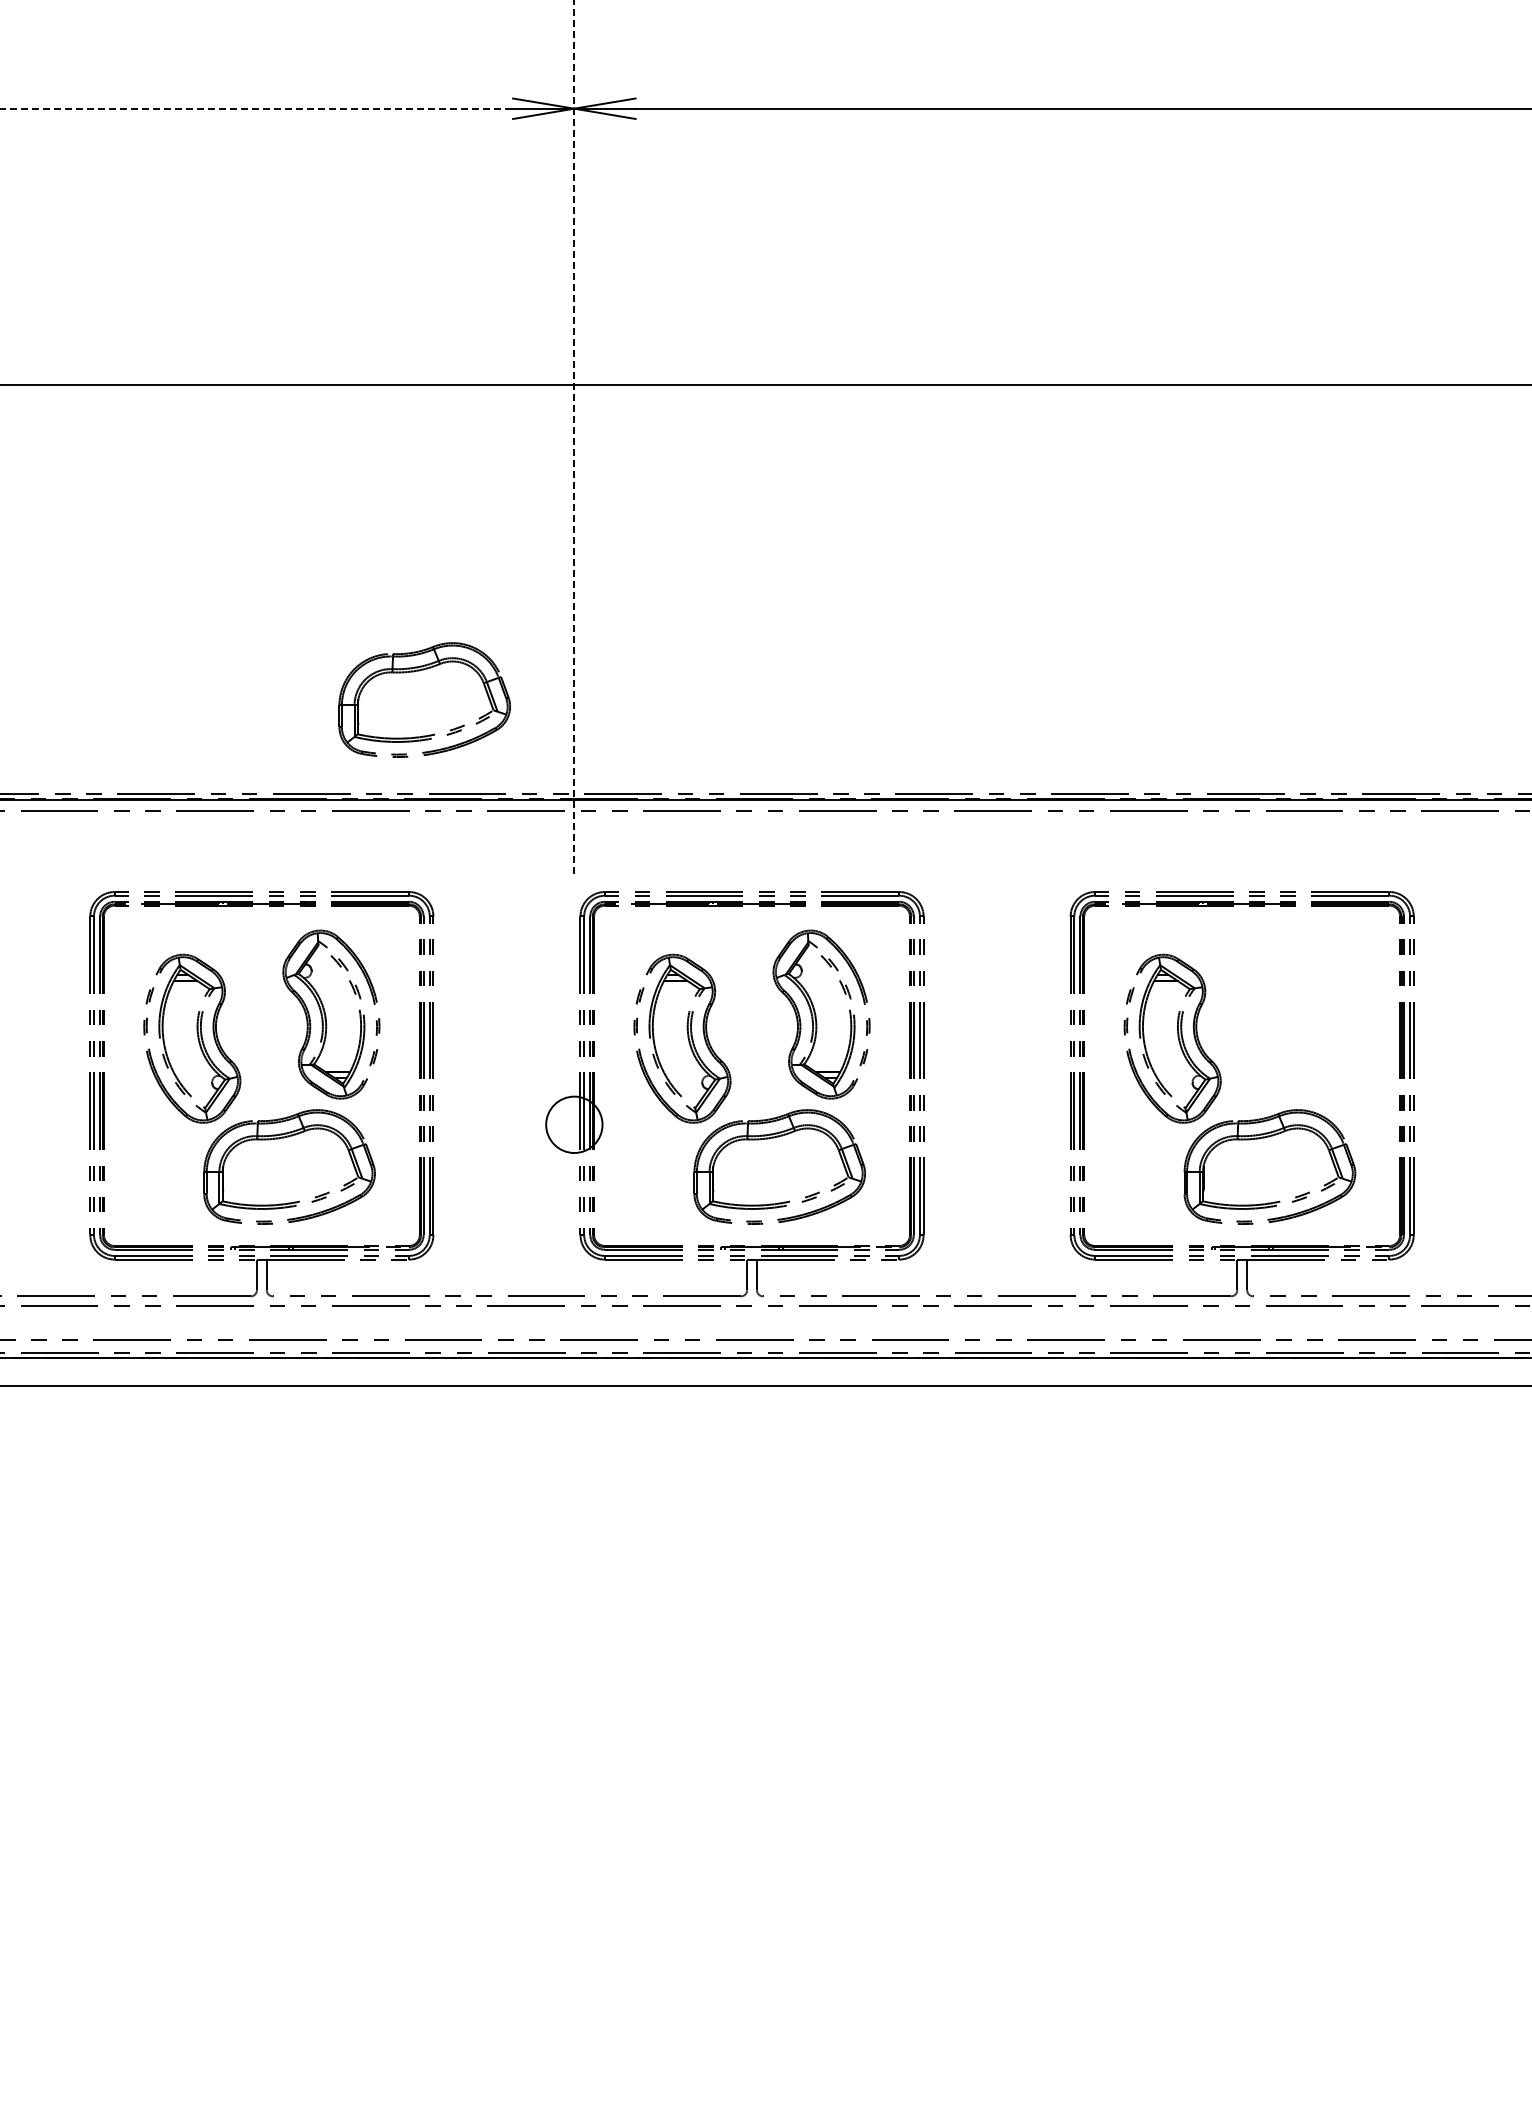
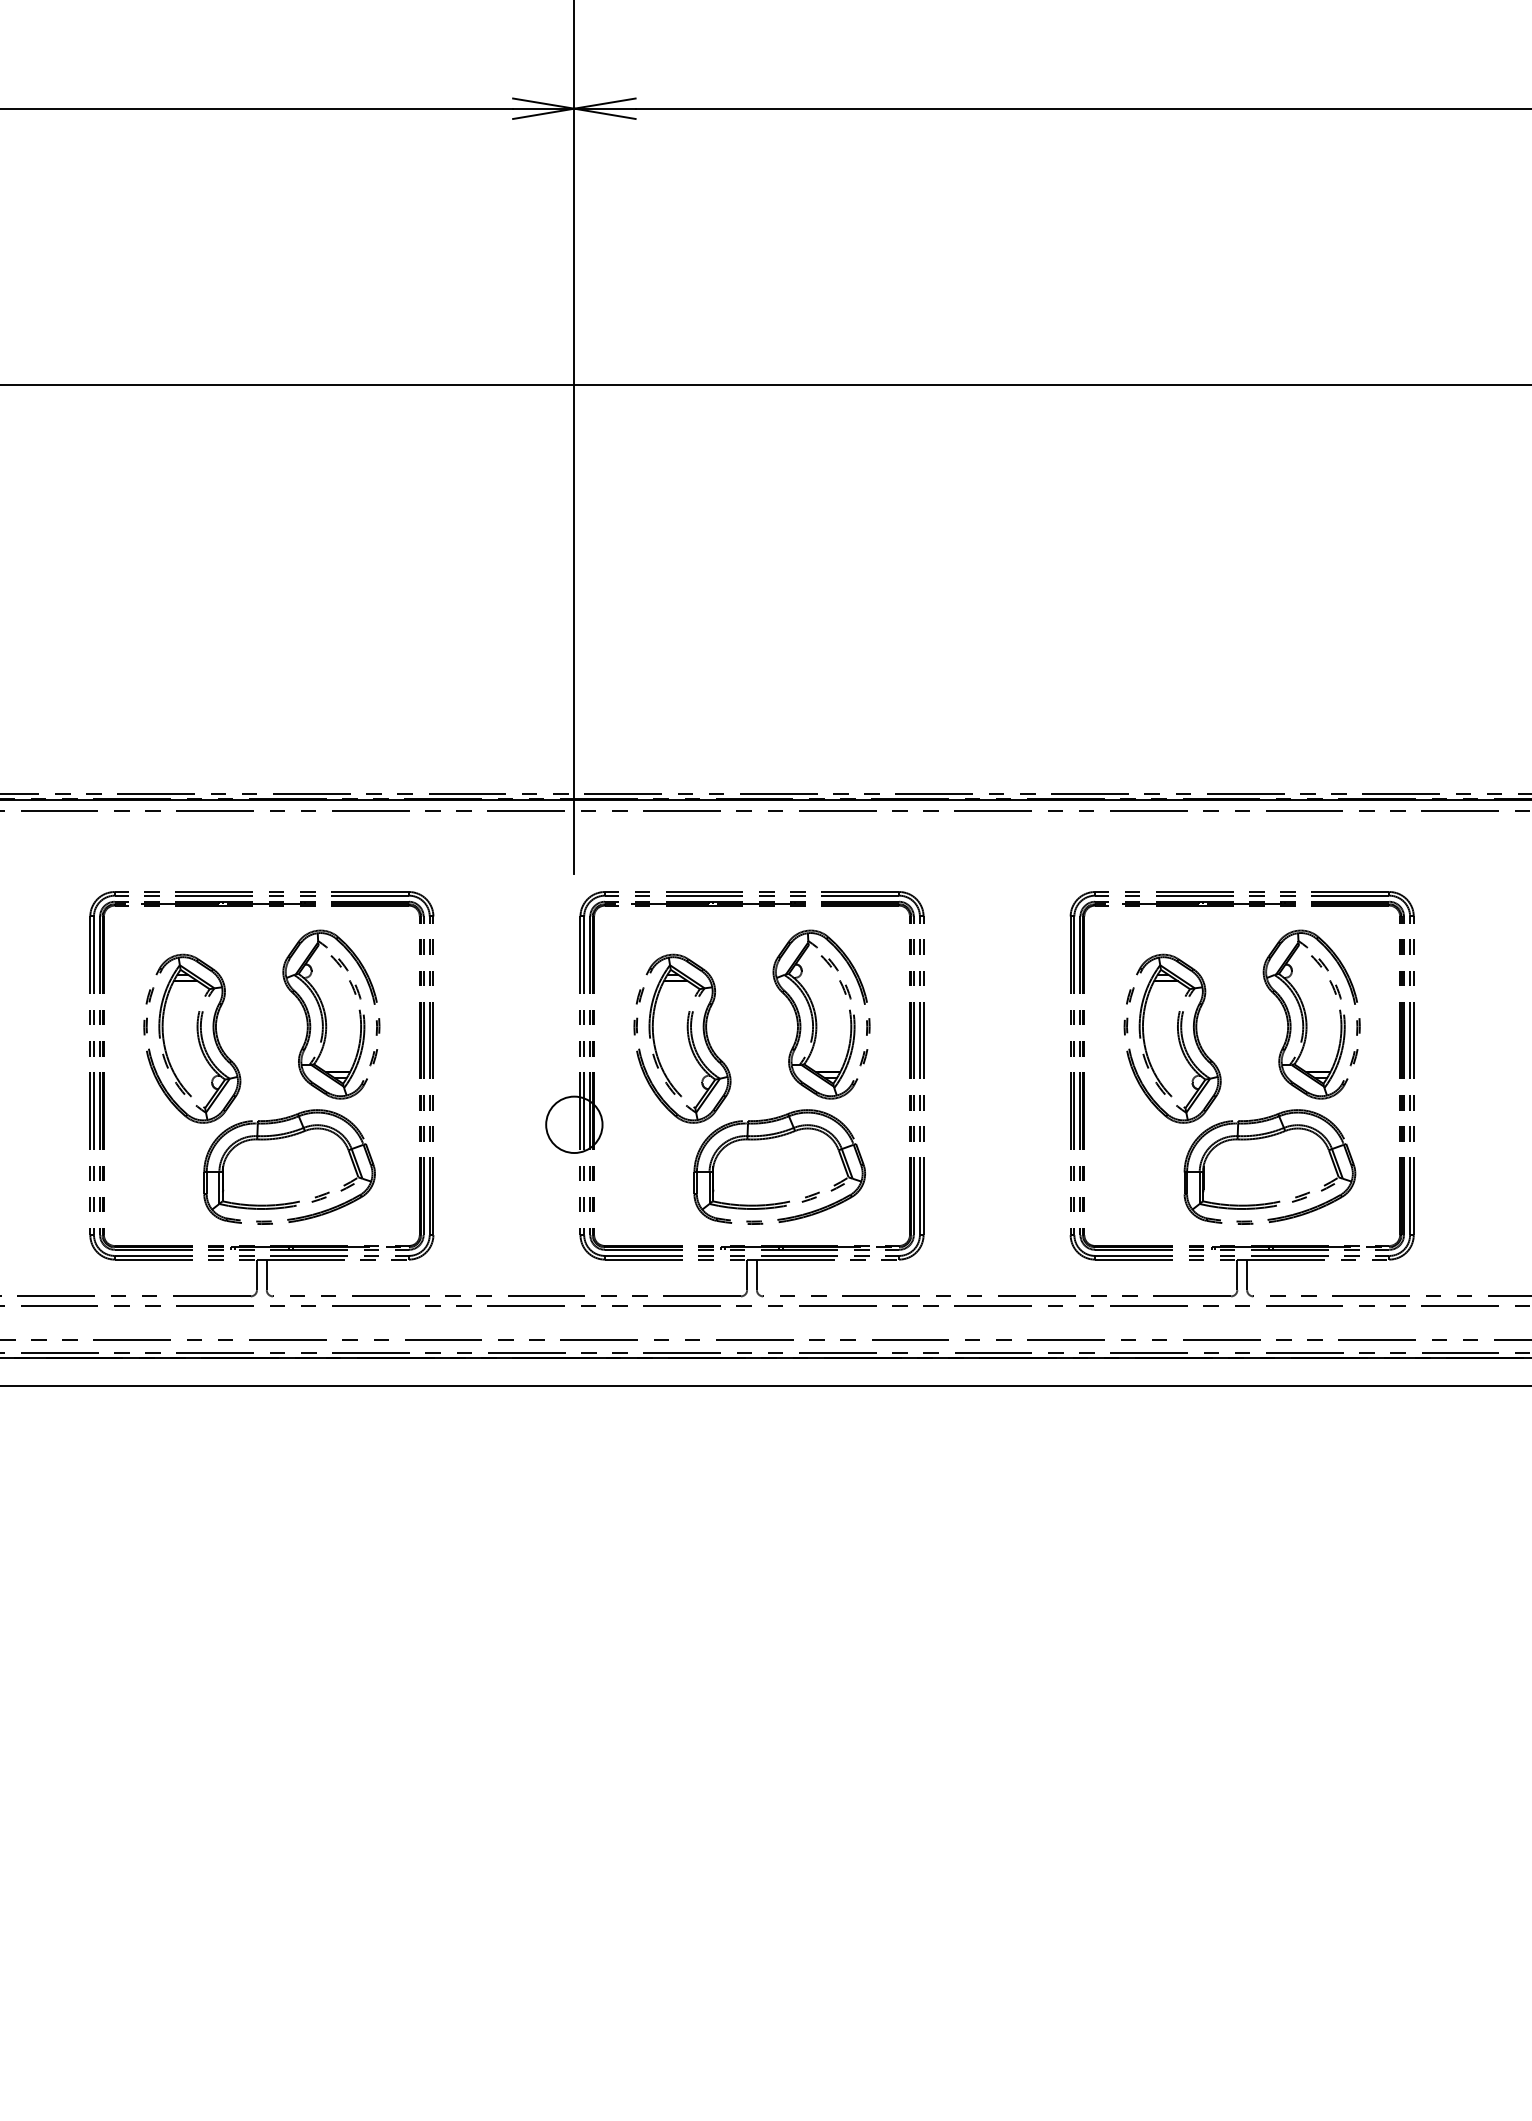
line at (256, 108): dashed -> solid
line at (574, 436): dashed -> solid
part at (419, 671): present -> none
part at (1311, 1014): none -> present
